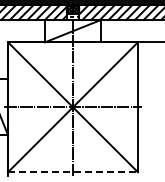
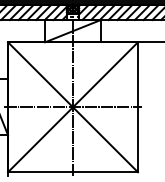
line at (73, 172): dashed -> solid
